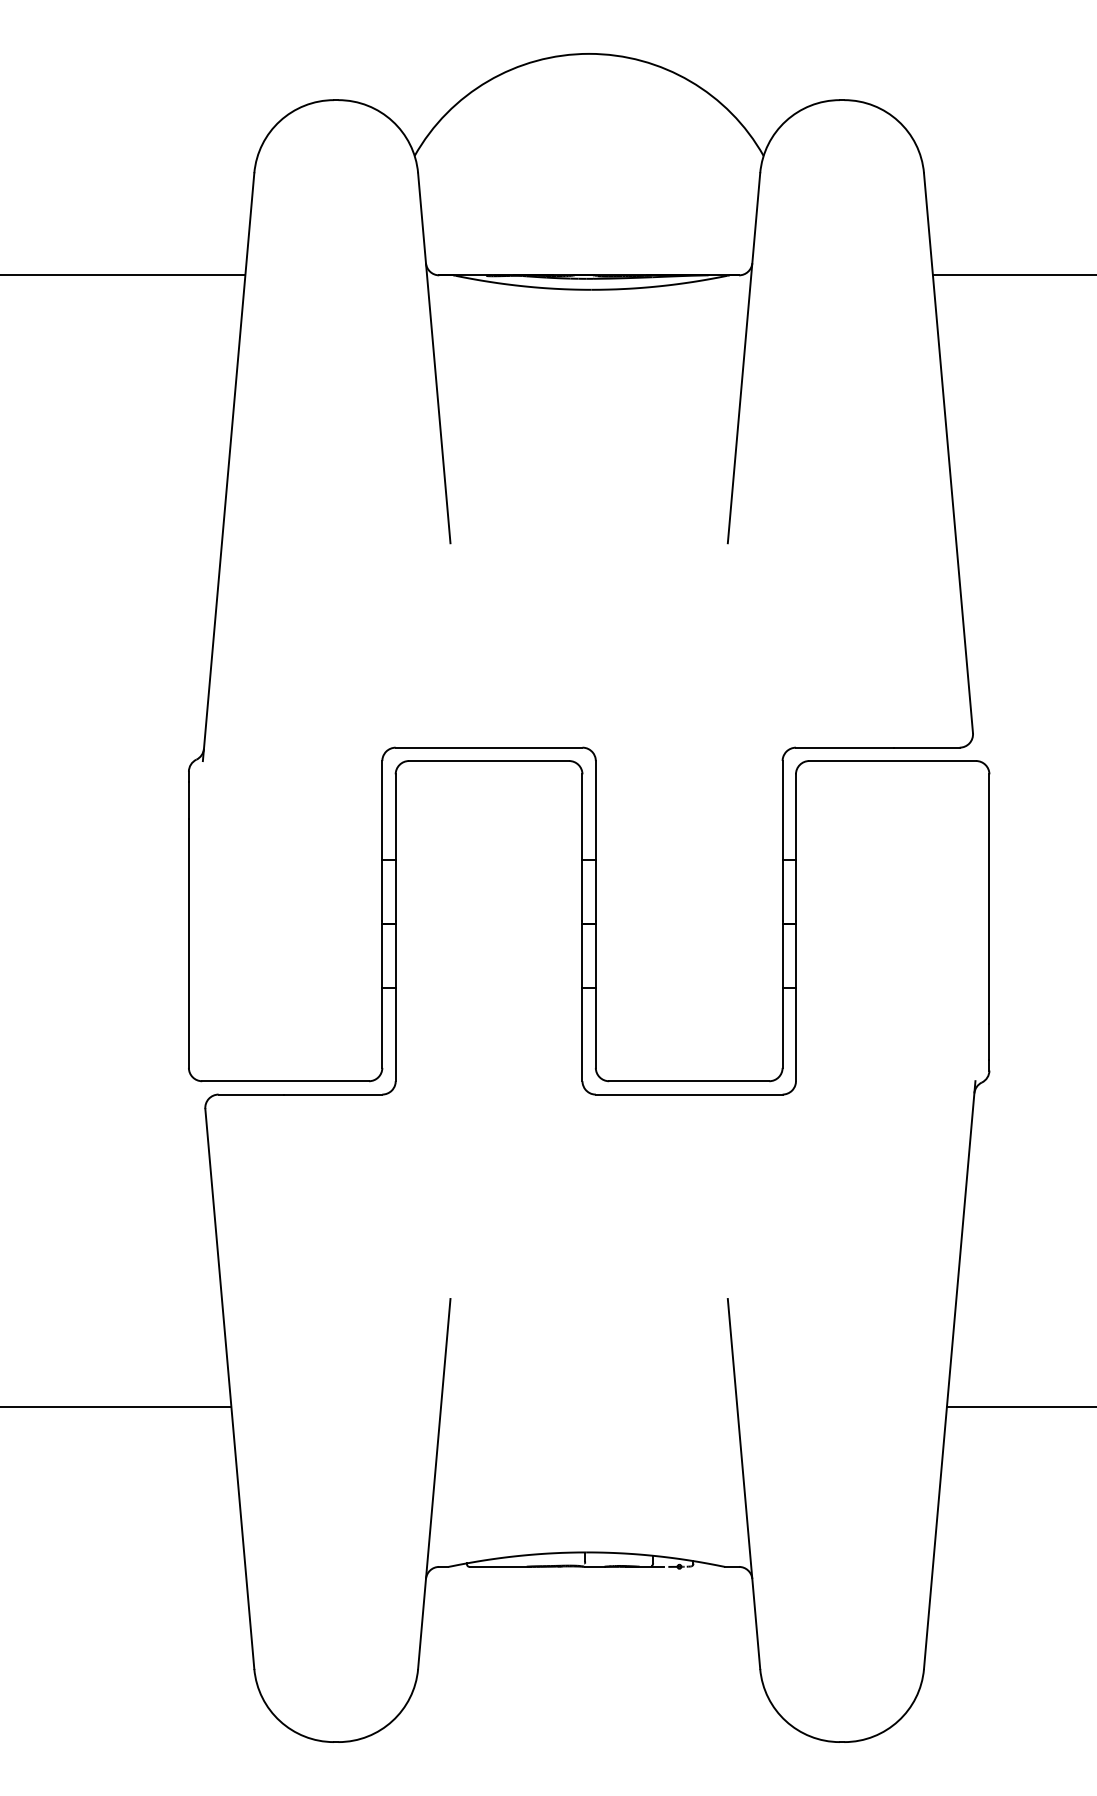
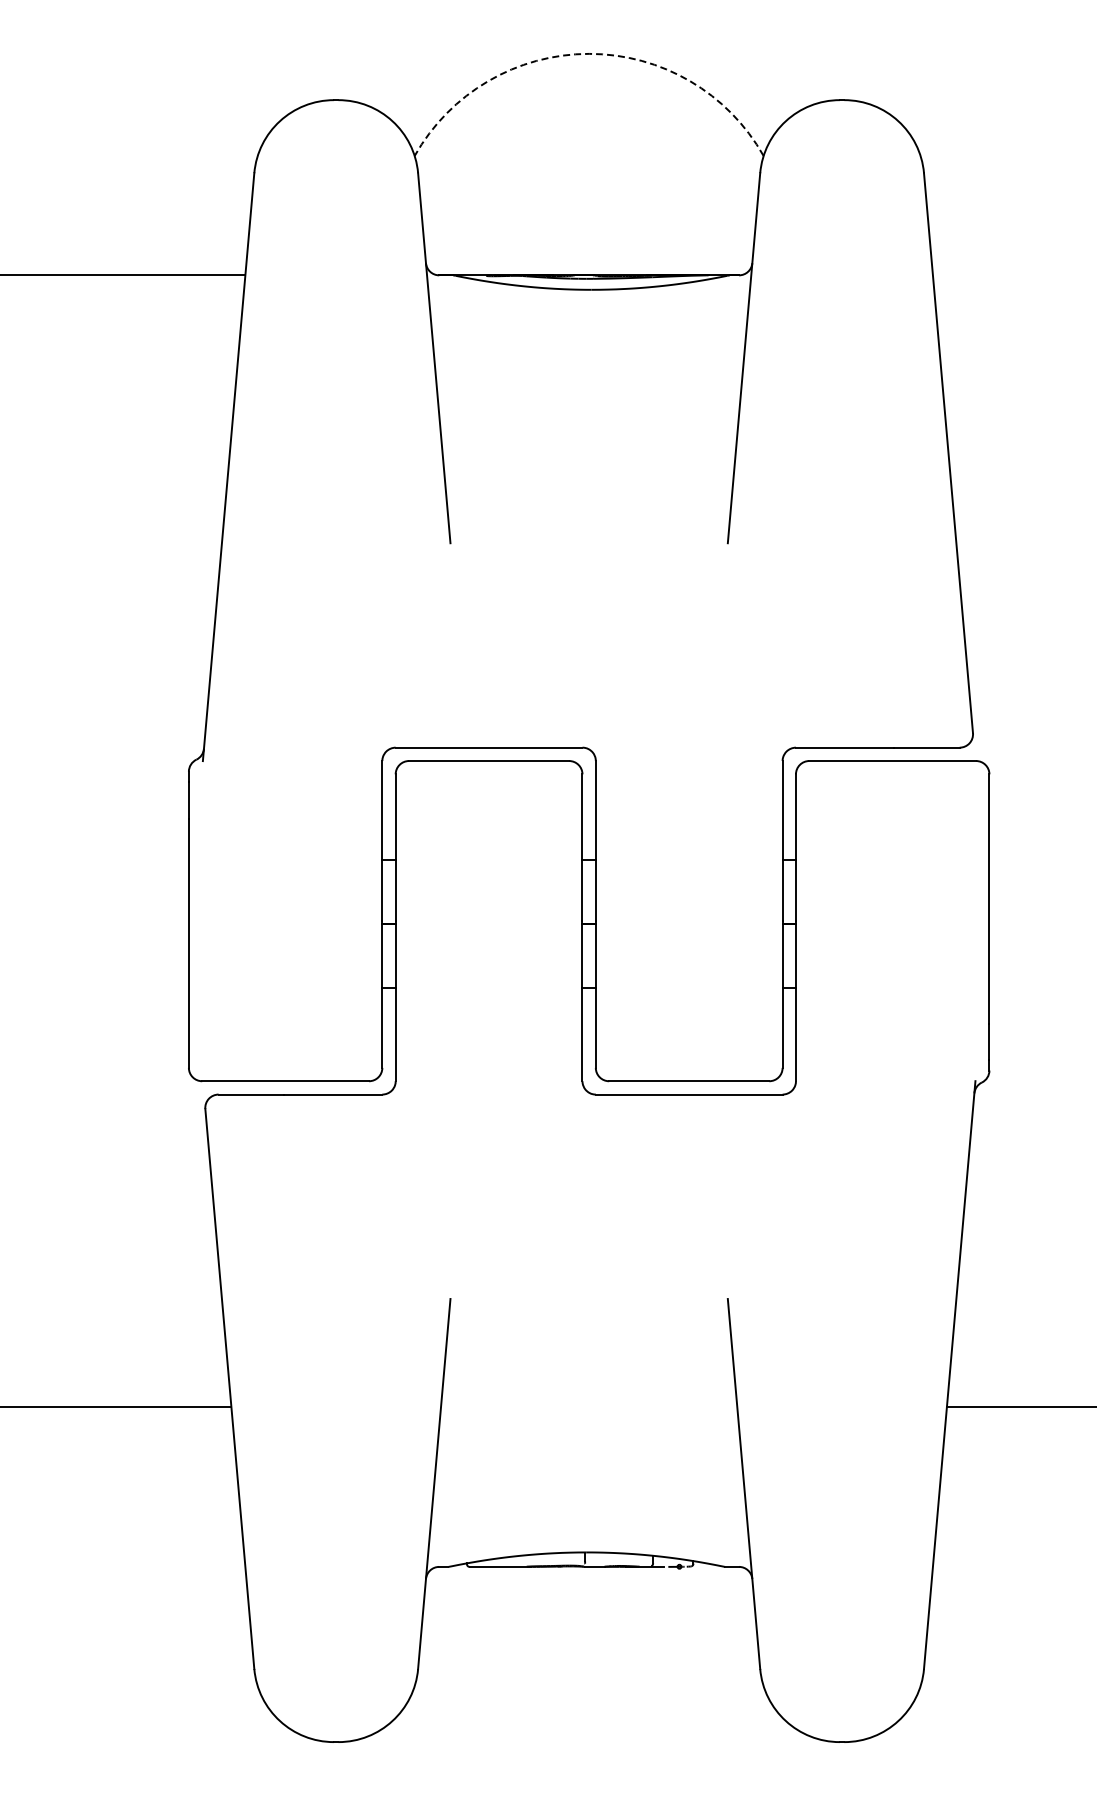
arc at (589, 53): solid -> dashed
line at (1012, 275): present -> none
